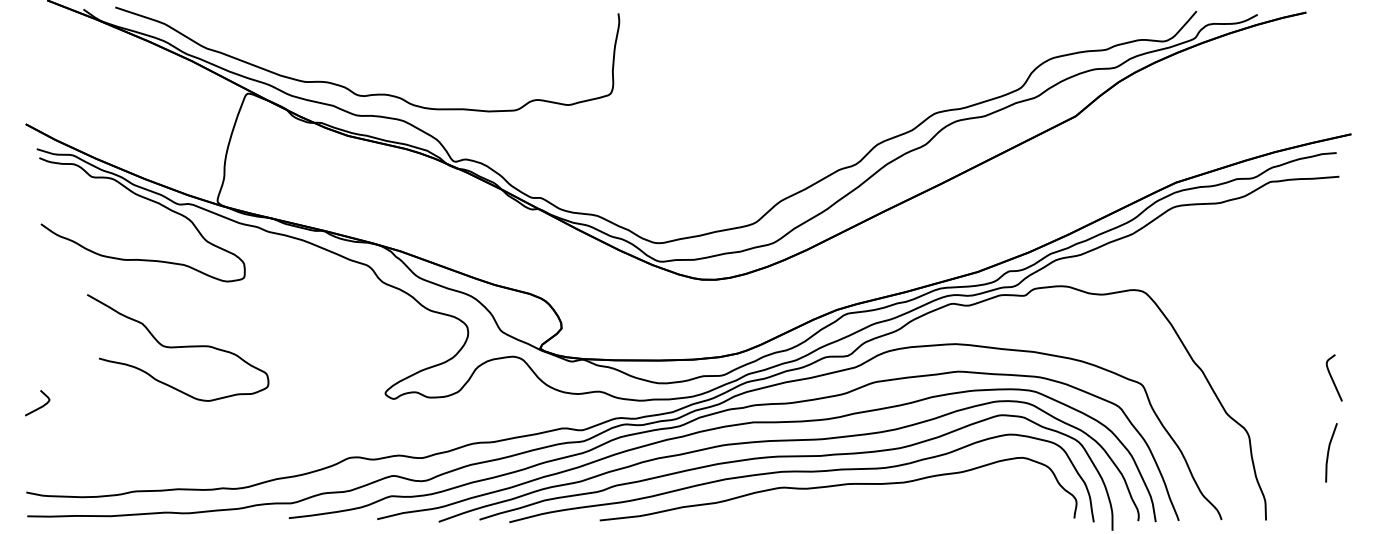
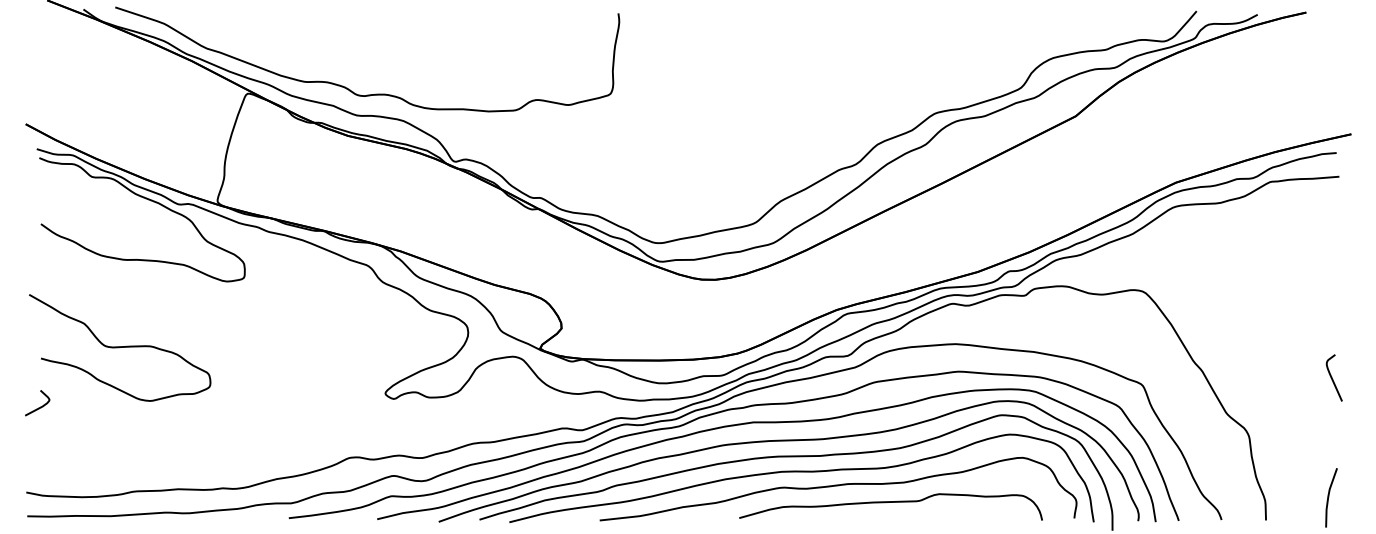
curve at (178, 347) position: (178, 347) -> (120, 347)
line at (1329, 452) position: (1329, 452) -> (1329, 497)
curve at (890, 502): none -> present
